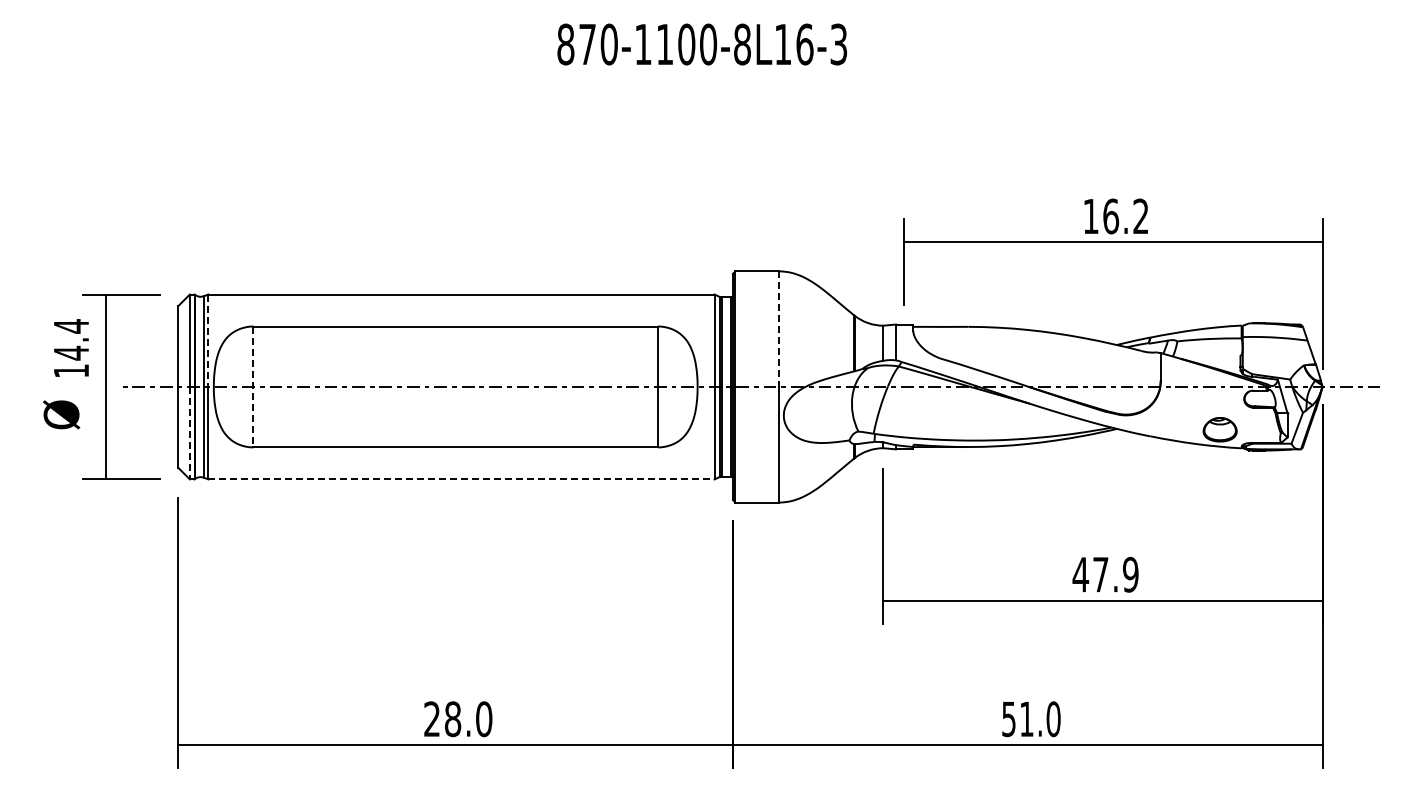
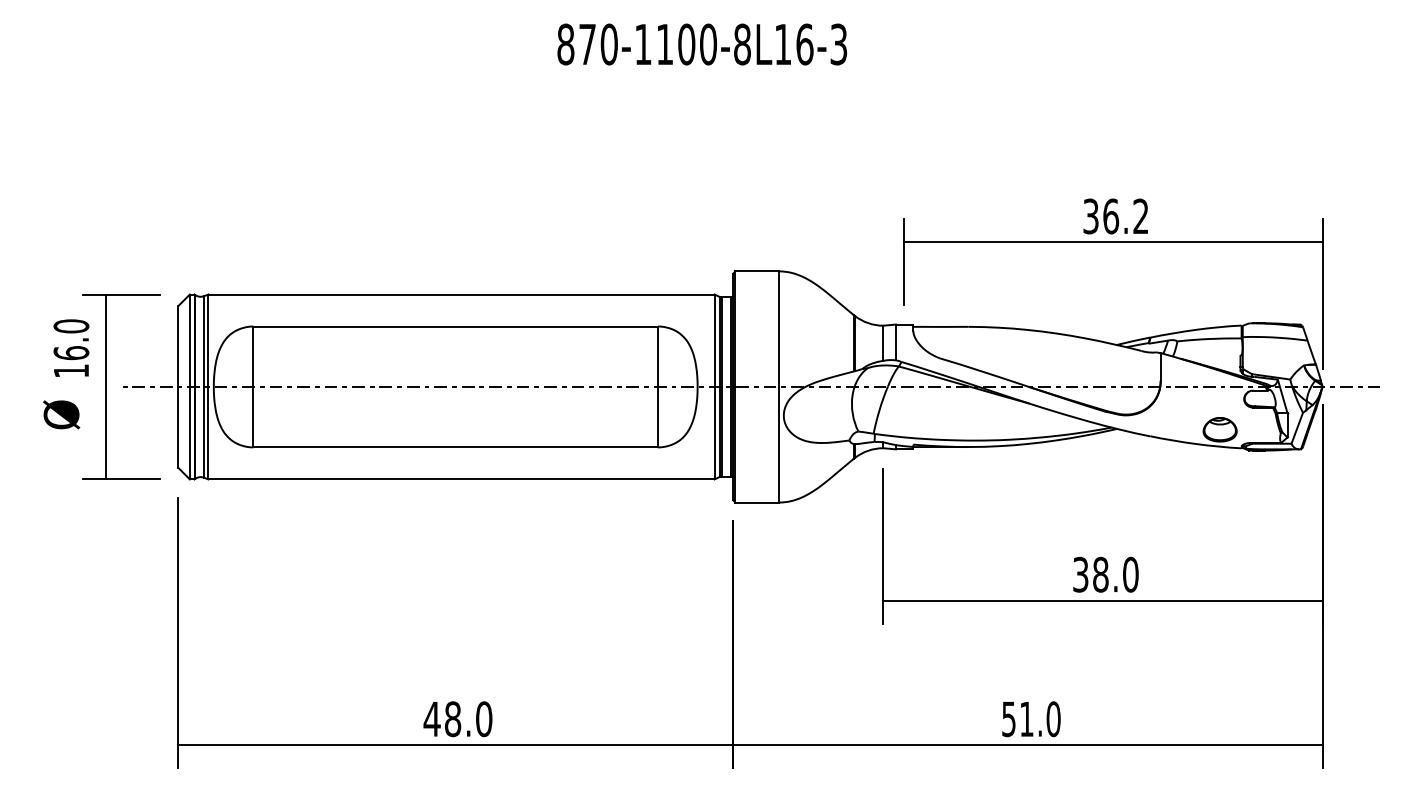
text at (1090, 216): 16.2 -> 36.2
line at (779, 329): dashed -> solid
text at (71, 339): 14.4 -> 16.0
line at (208, 341): dashed -> solid
line at (253, 387): dashed -> solid
line at (189, 433): dashed -> solid
line at (462, 479): dashed -> solid
text at (1105, 574): 47.9 -> 38.0
text at (431, 718): 28.0 -> 48.0
